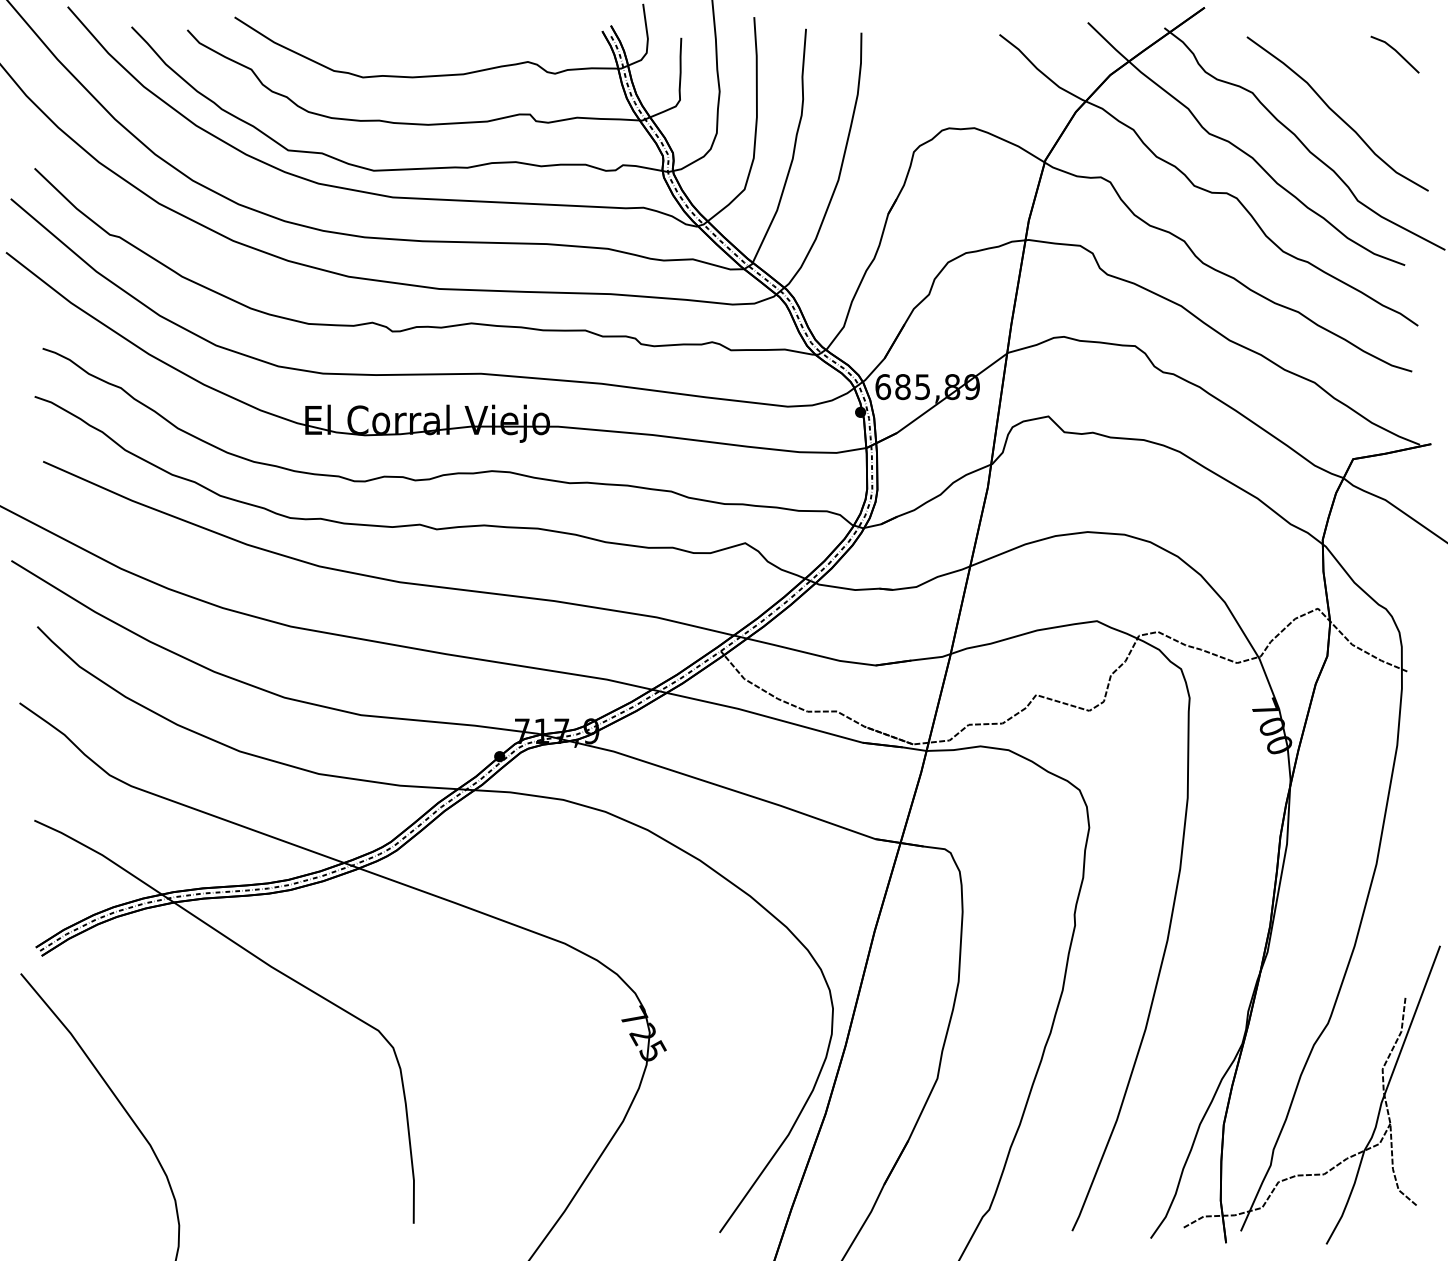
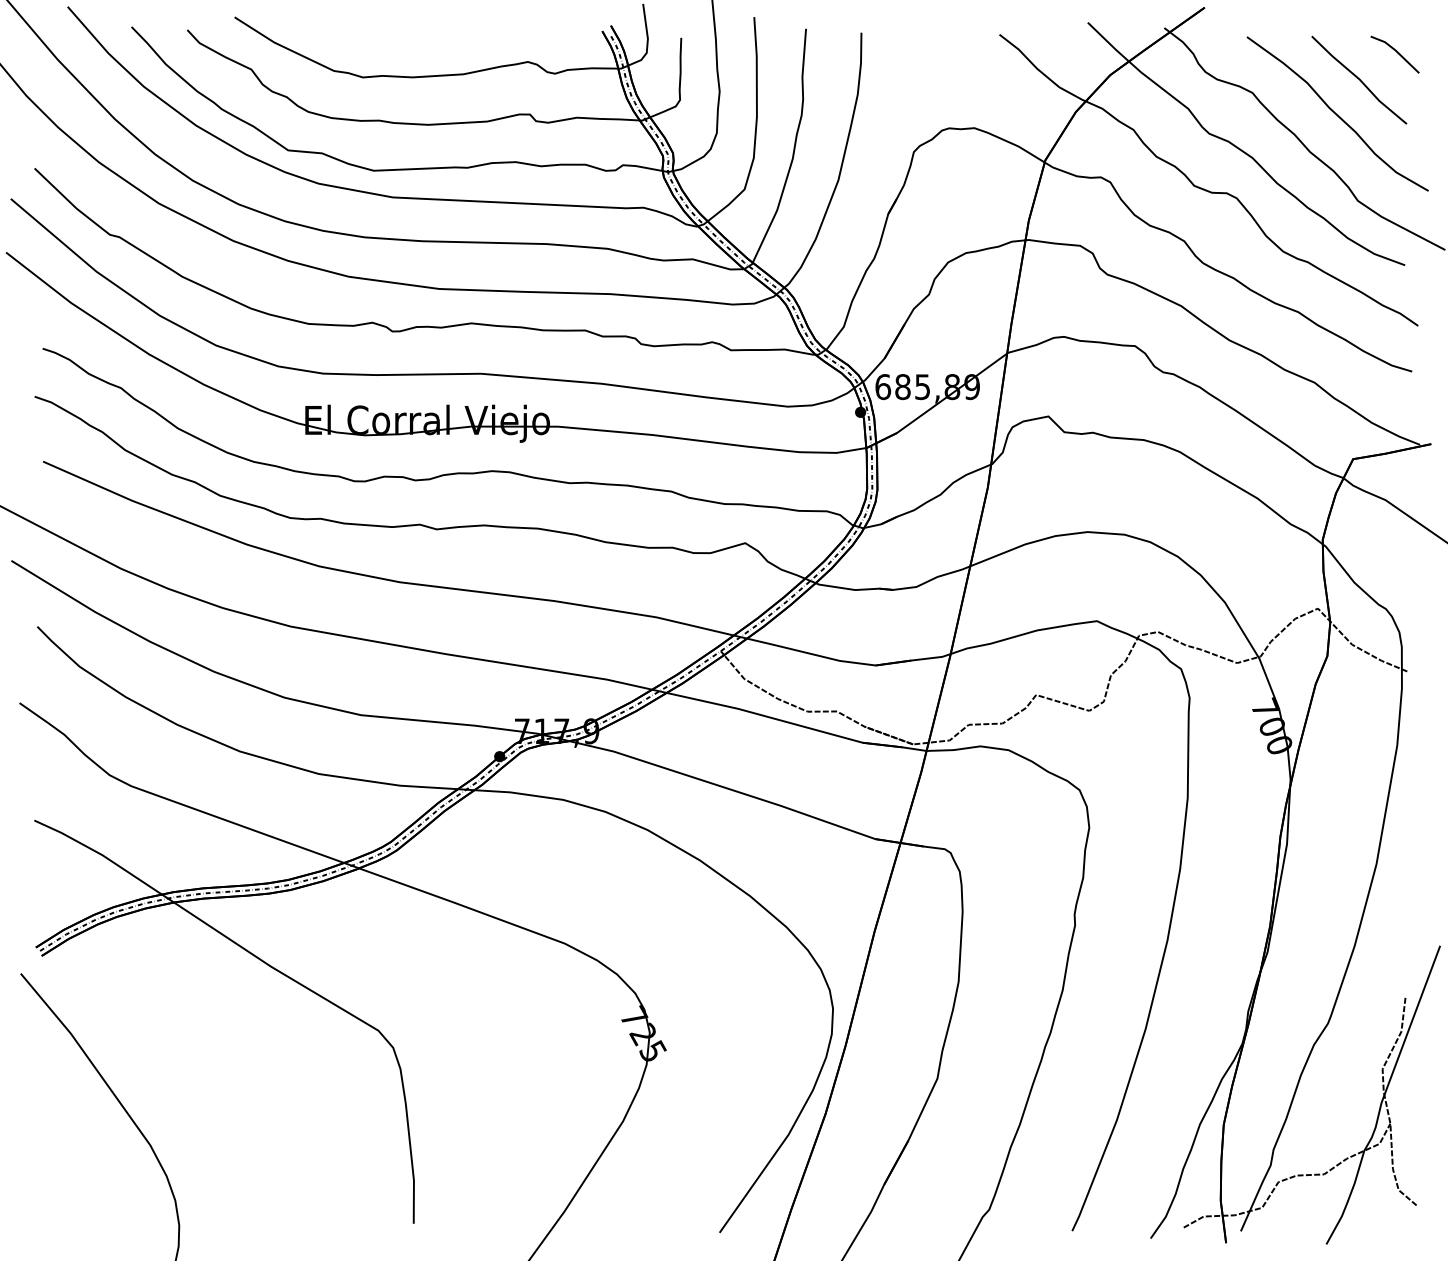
line at (1359, 79): none -> present
